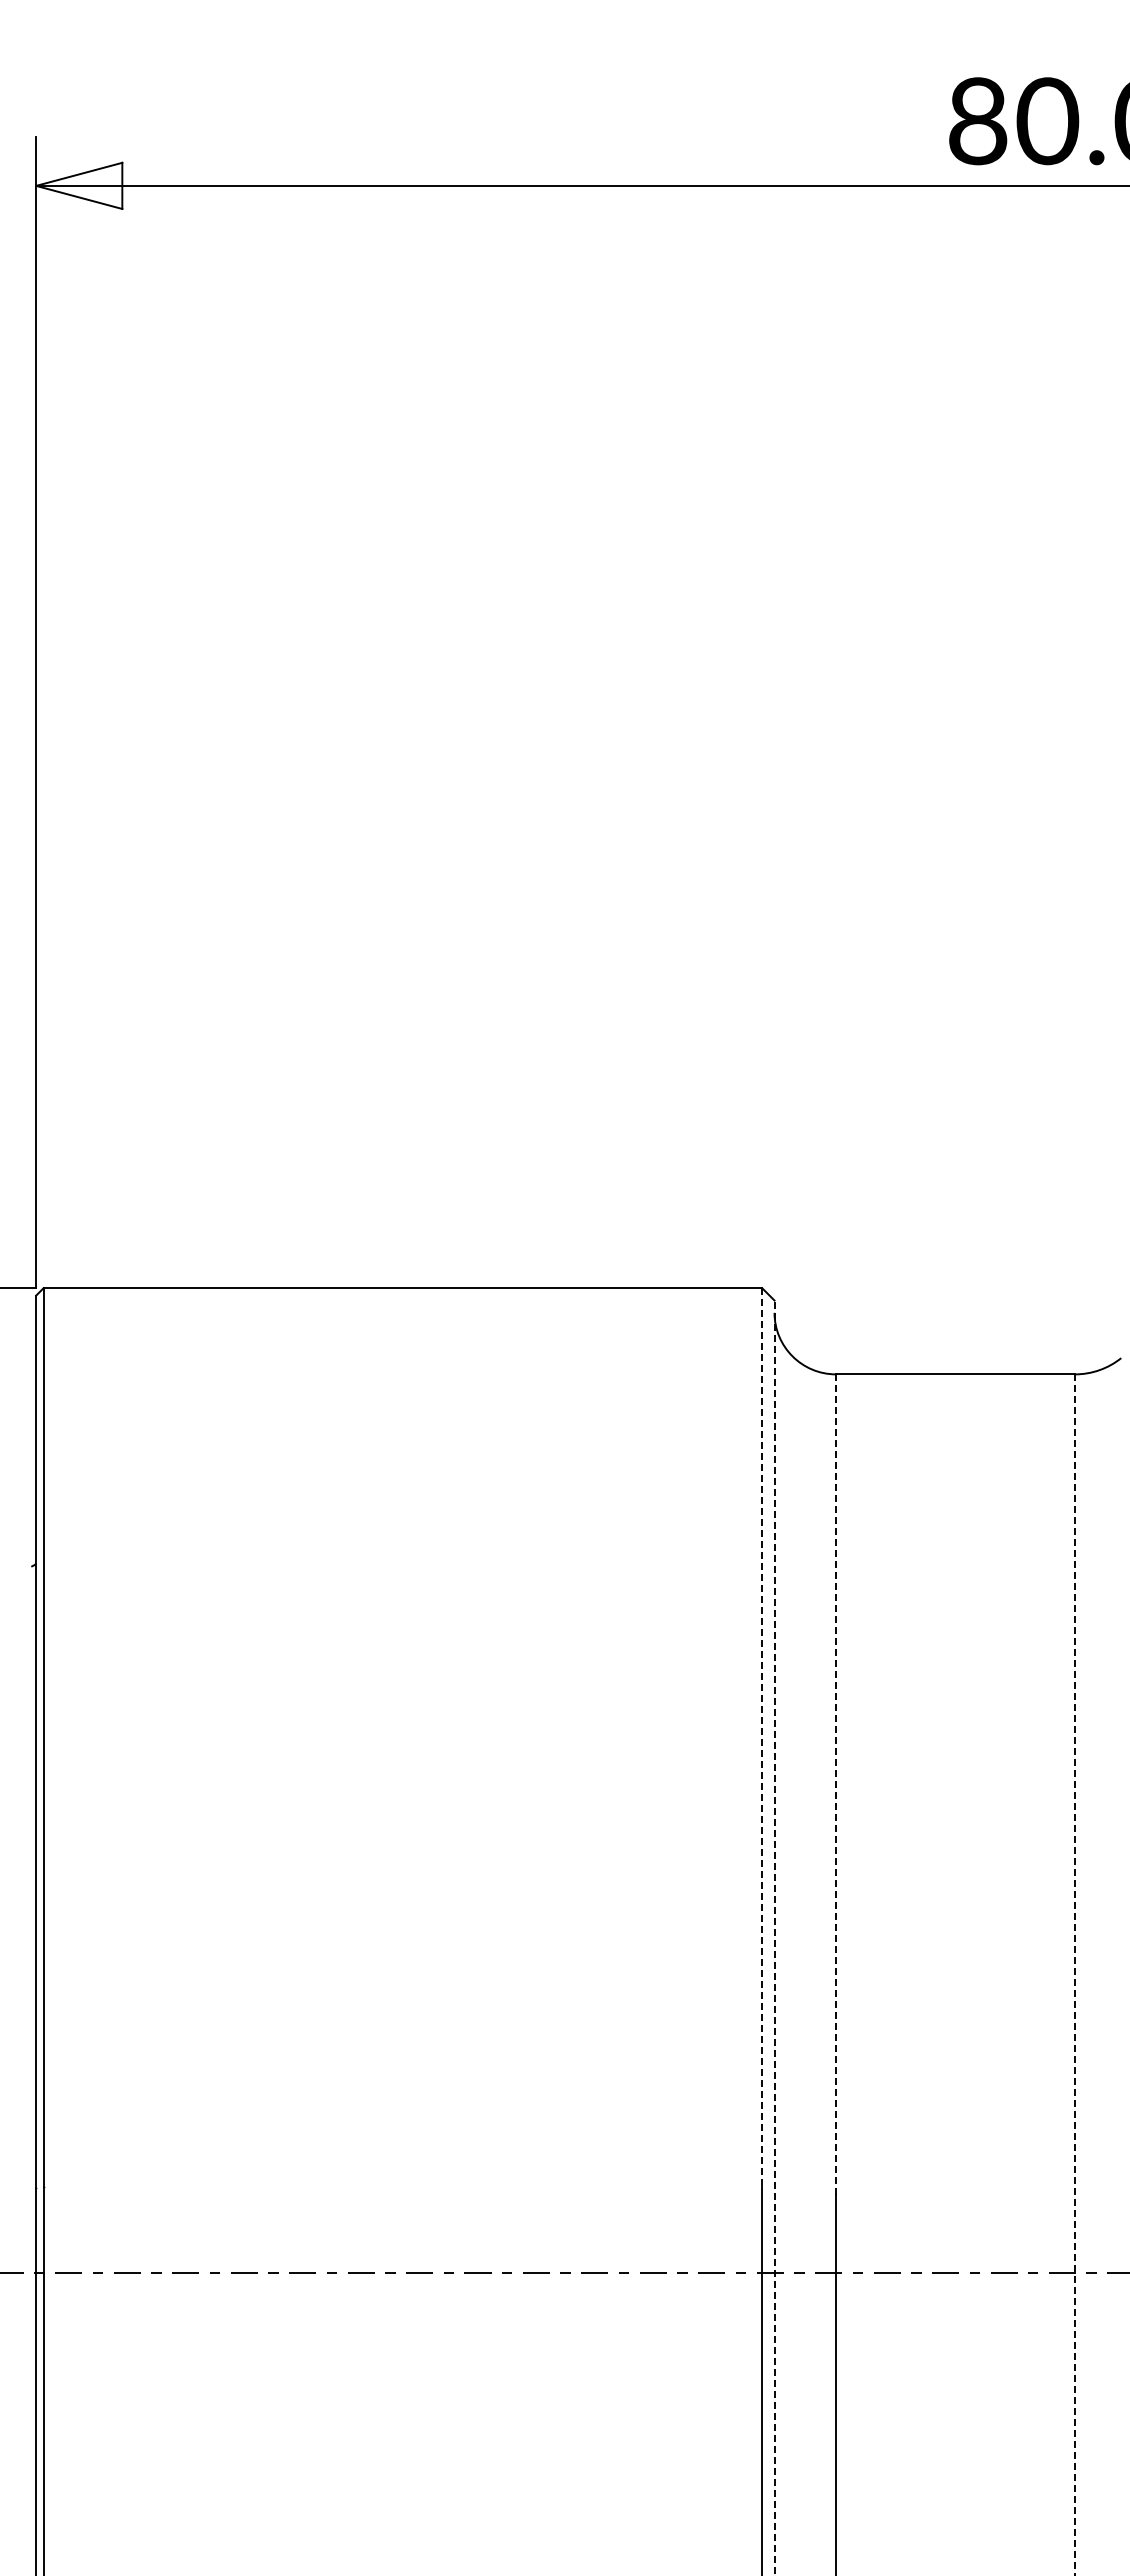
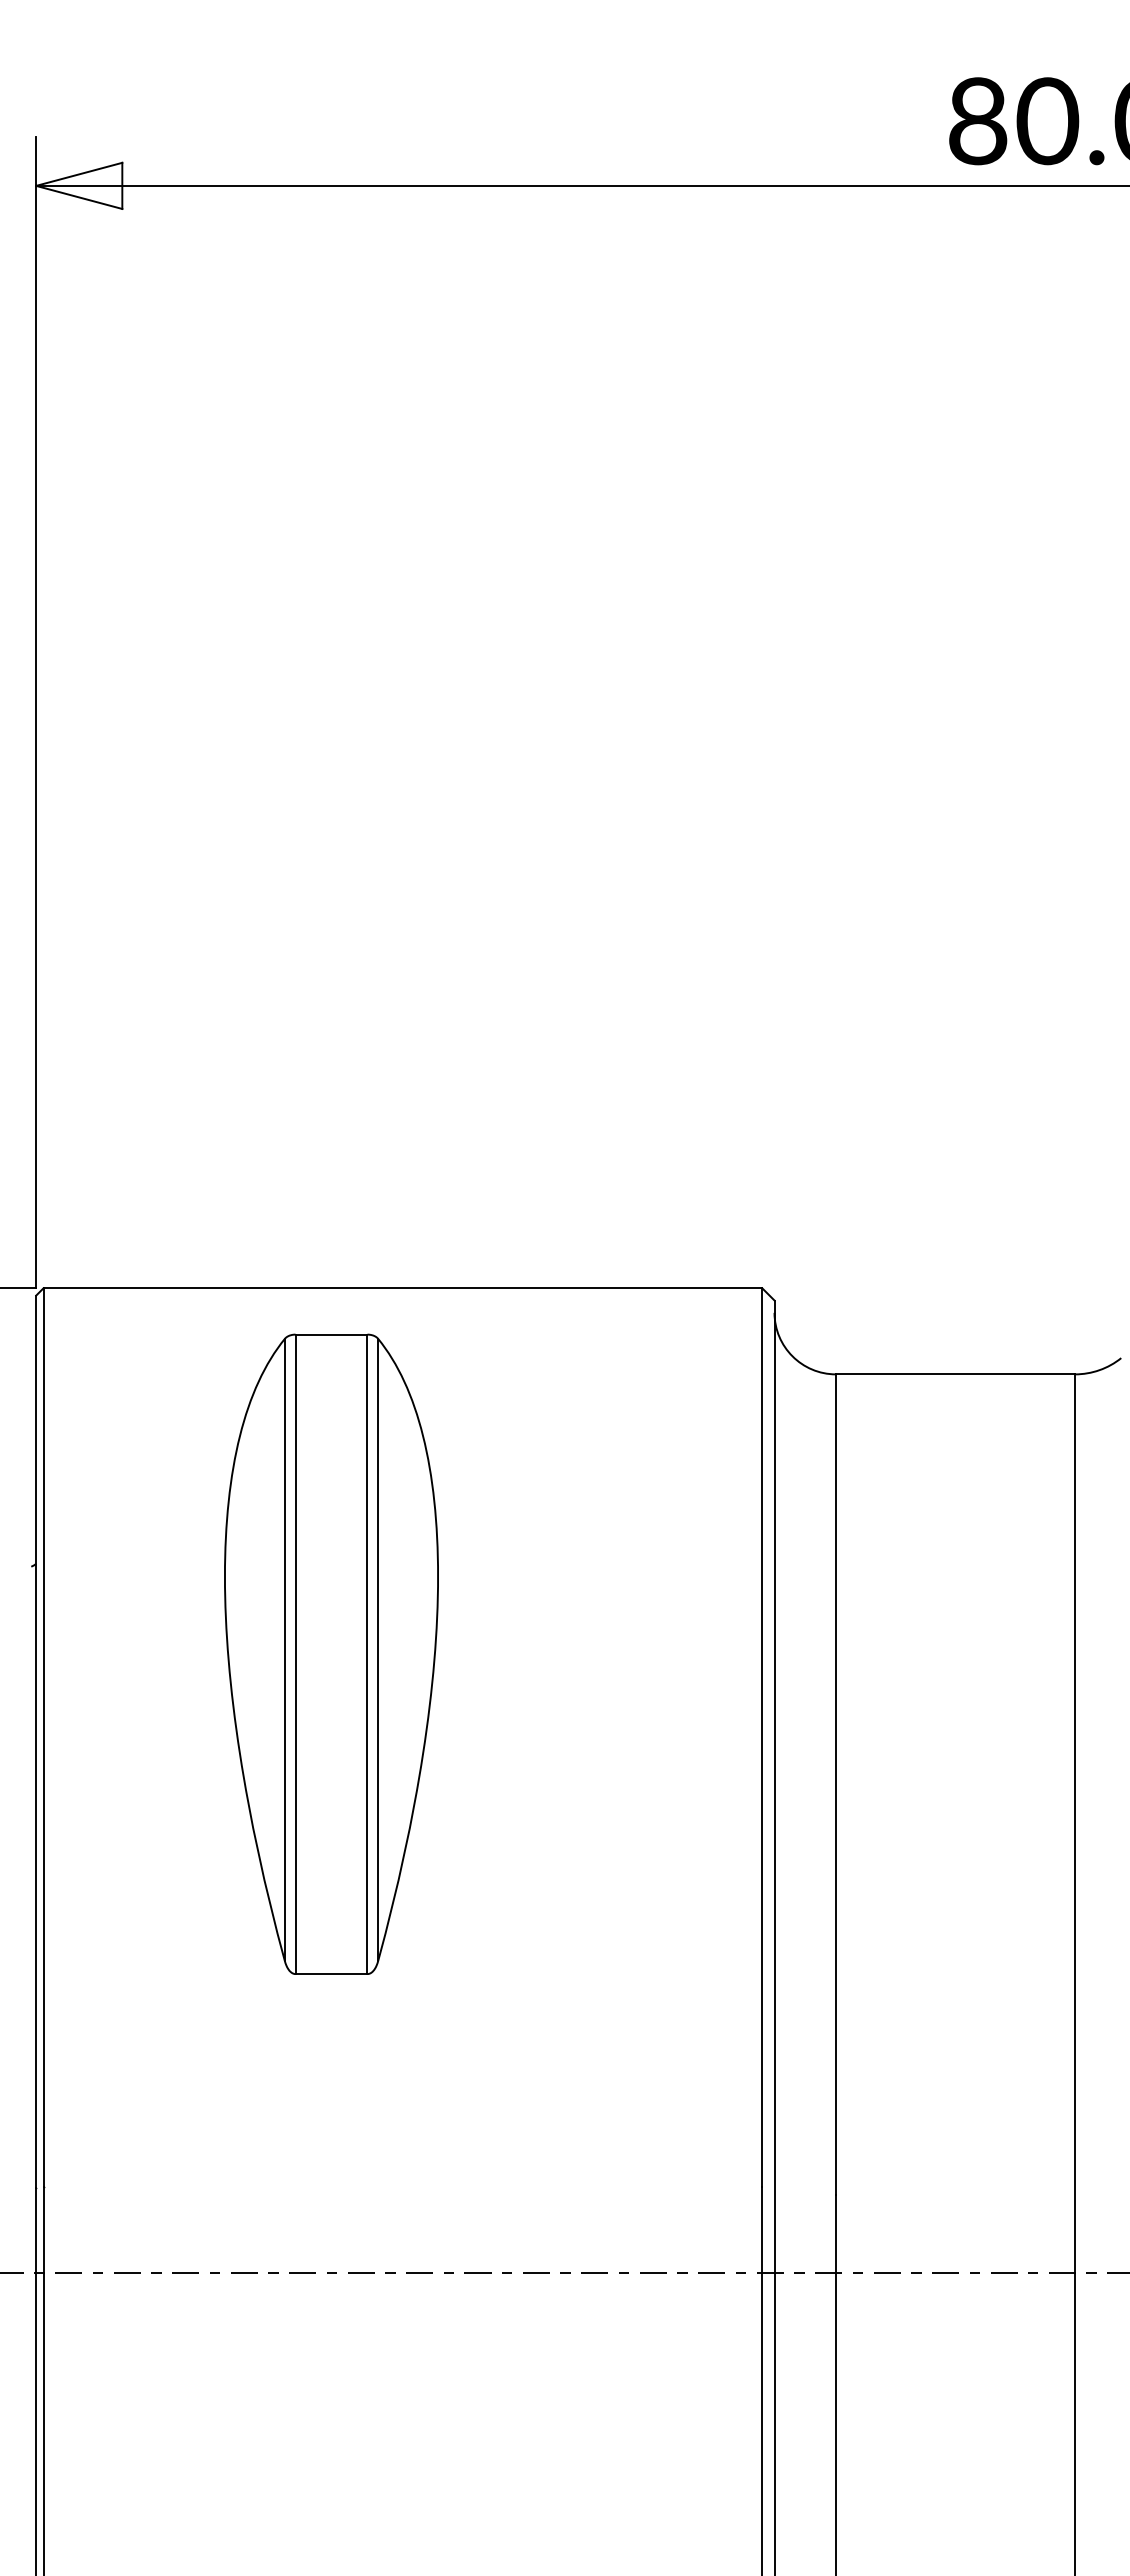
part at (331, 1653): none -> present
line at (762, 1738): dashed -> solid
line at (836, 1784): dashed -> solid
line at (774, 1937): dashed -> solid
line at (1075, 1975): dashed -> solid
